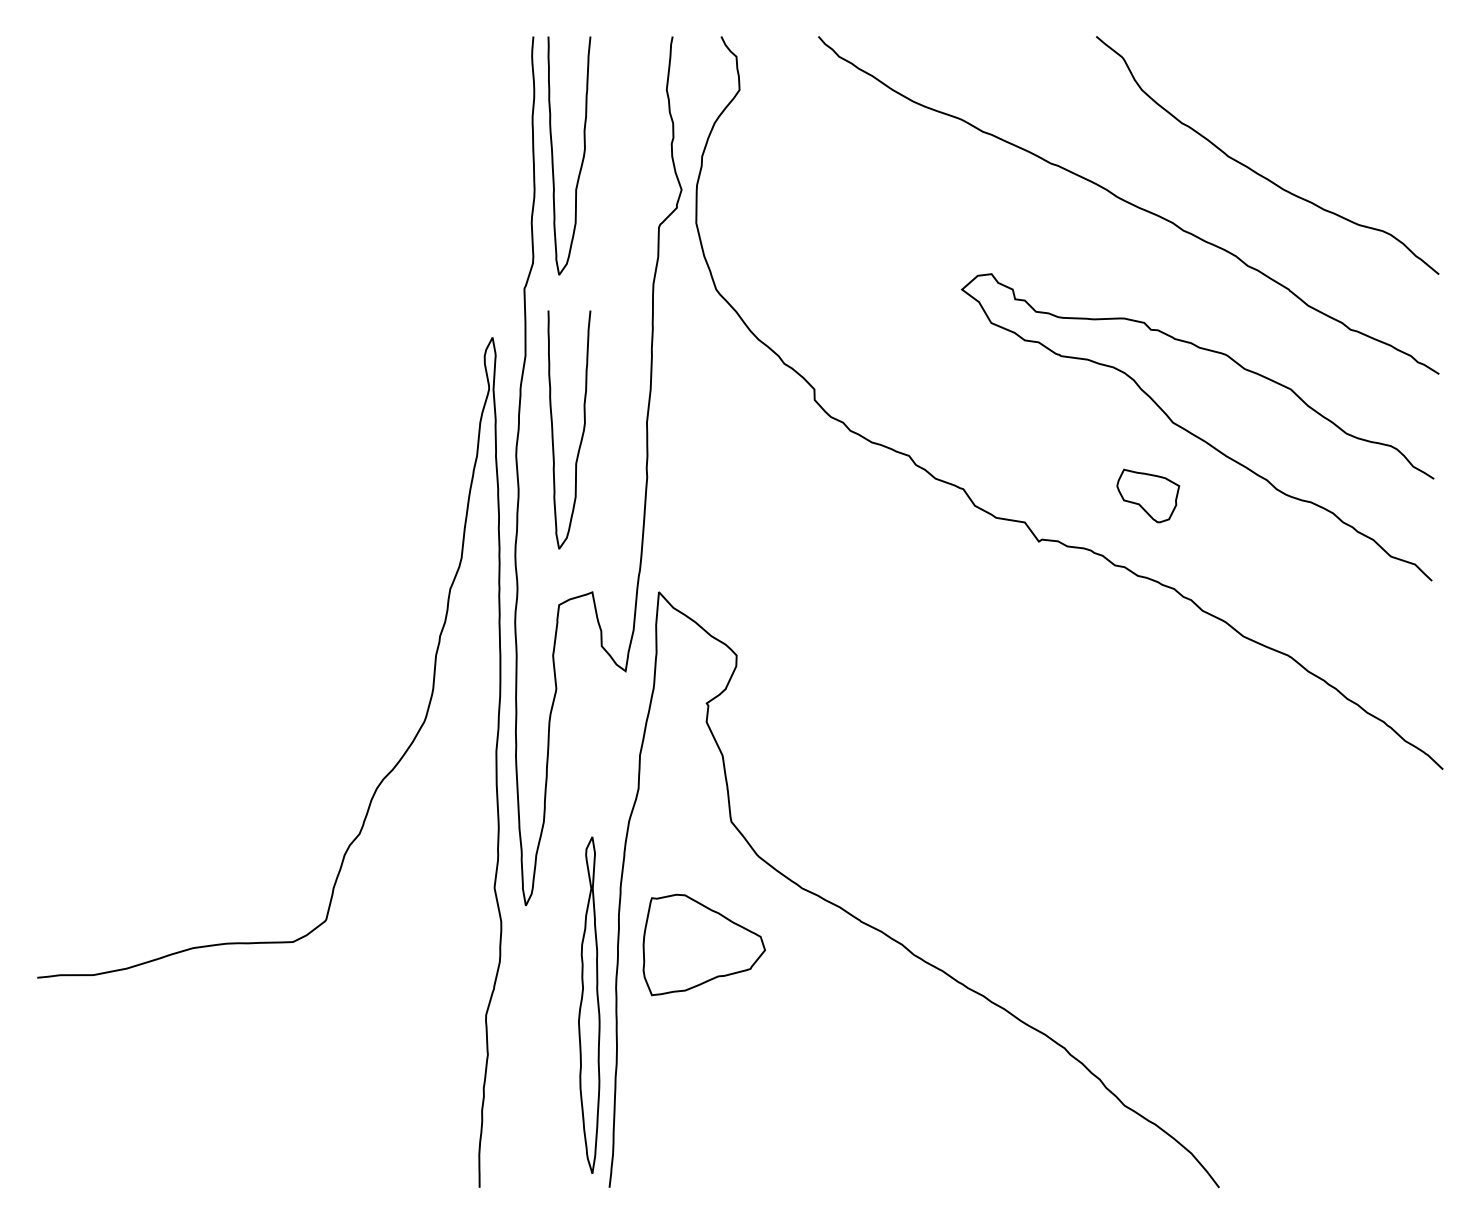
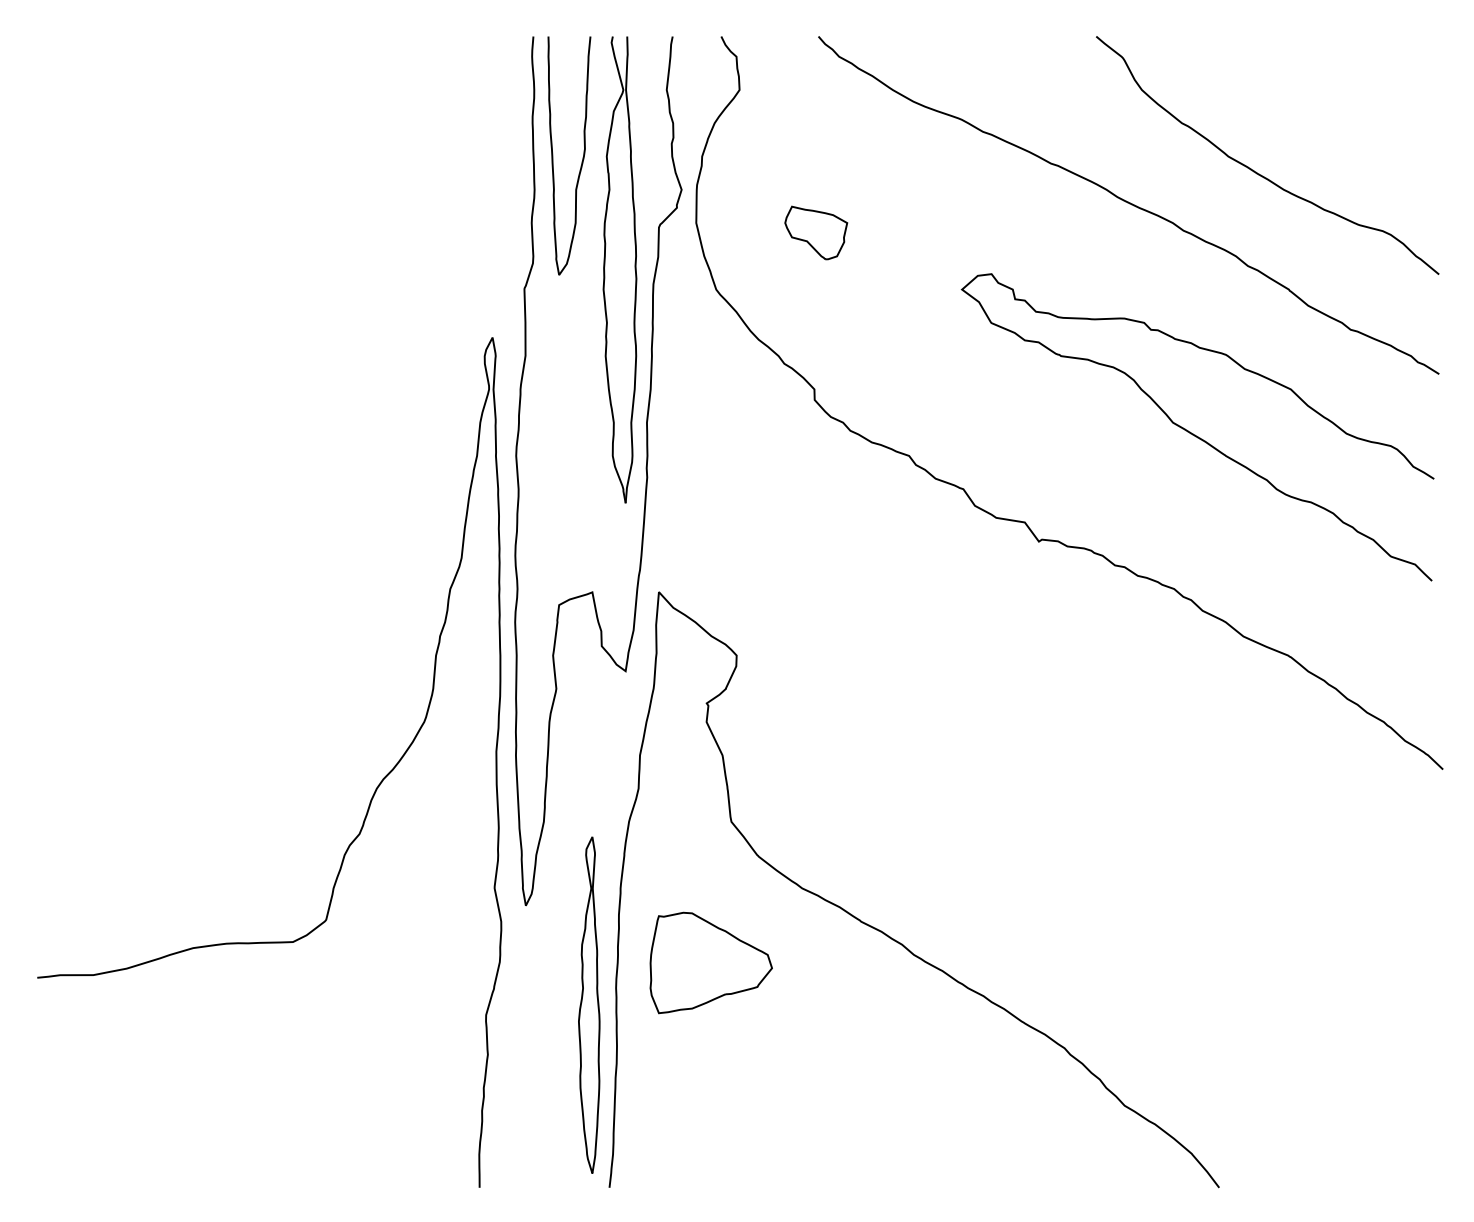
part at (619, 269): none -> present
curve at (582, 431): present -> none
part at (1148, 495) position: (1148, 495) -> (816, 232)
part at (703, 944) position: (703, 944) -> (710, 962)
